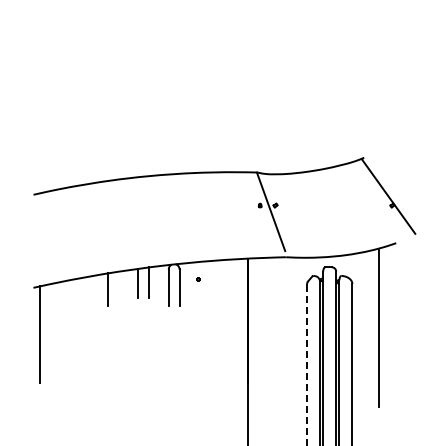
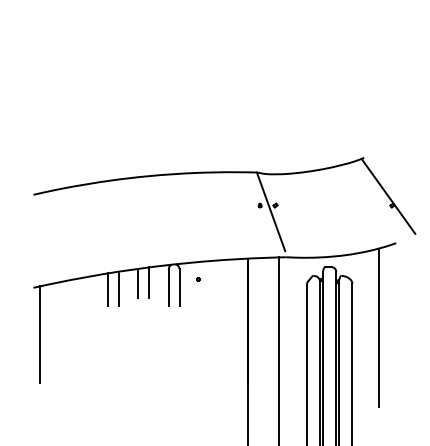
line at (118, 288): none -> present
line at (278, 349): none -> present
line at (306, 365): dashed -> solid
